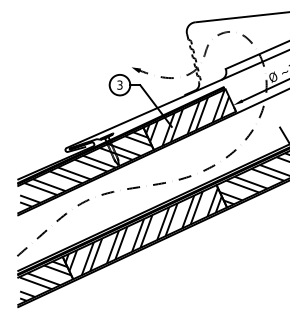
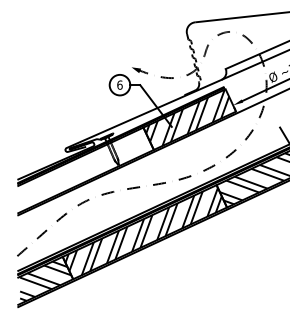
text at (119, 84): 3 -> 6
hatch at (86, 169): present -> none
